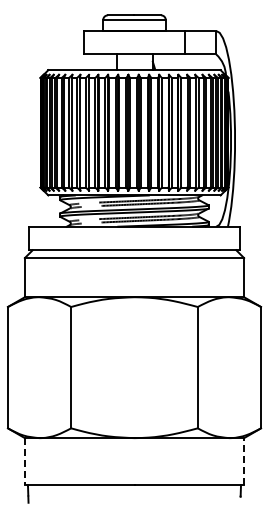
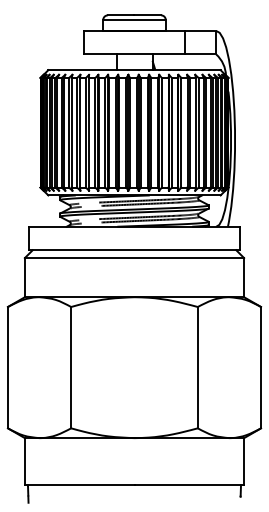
line at (244, 461): dashed -> solid
line at (24, 462): dashed -> solid
